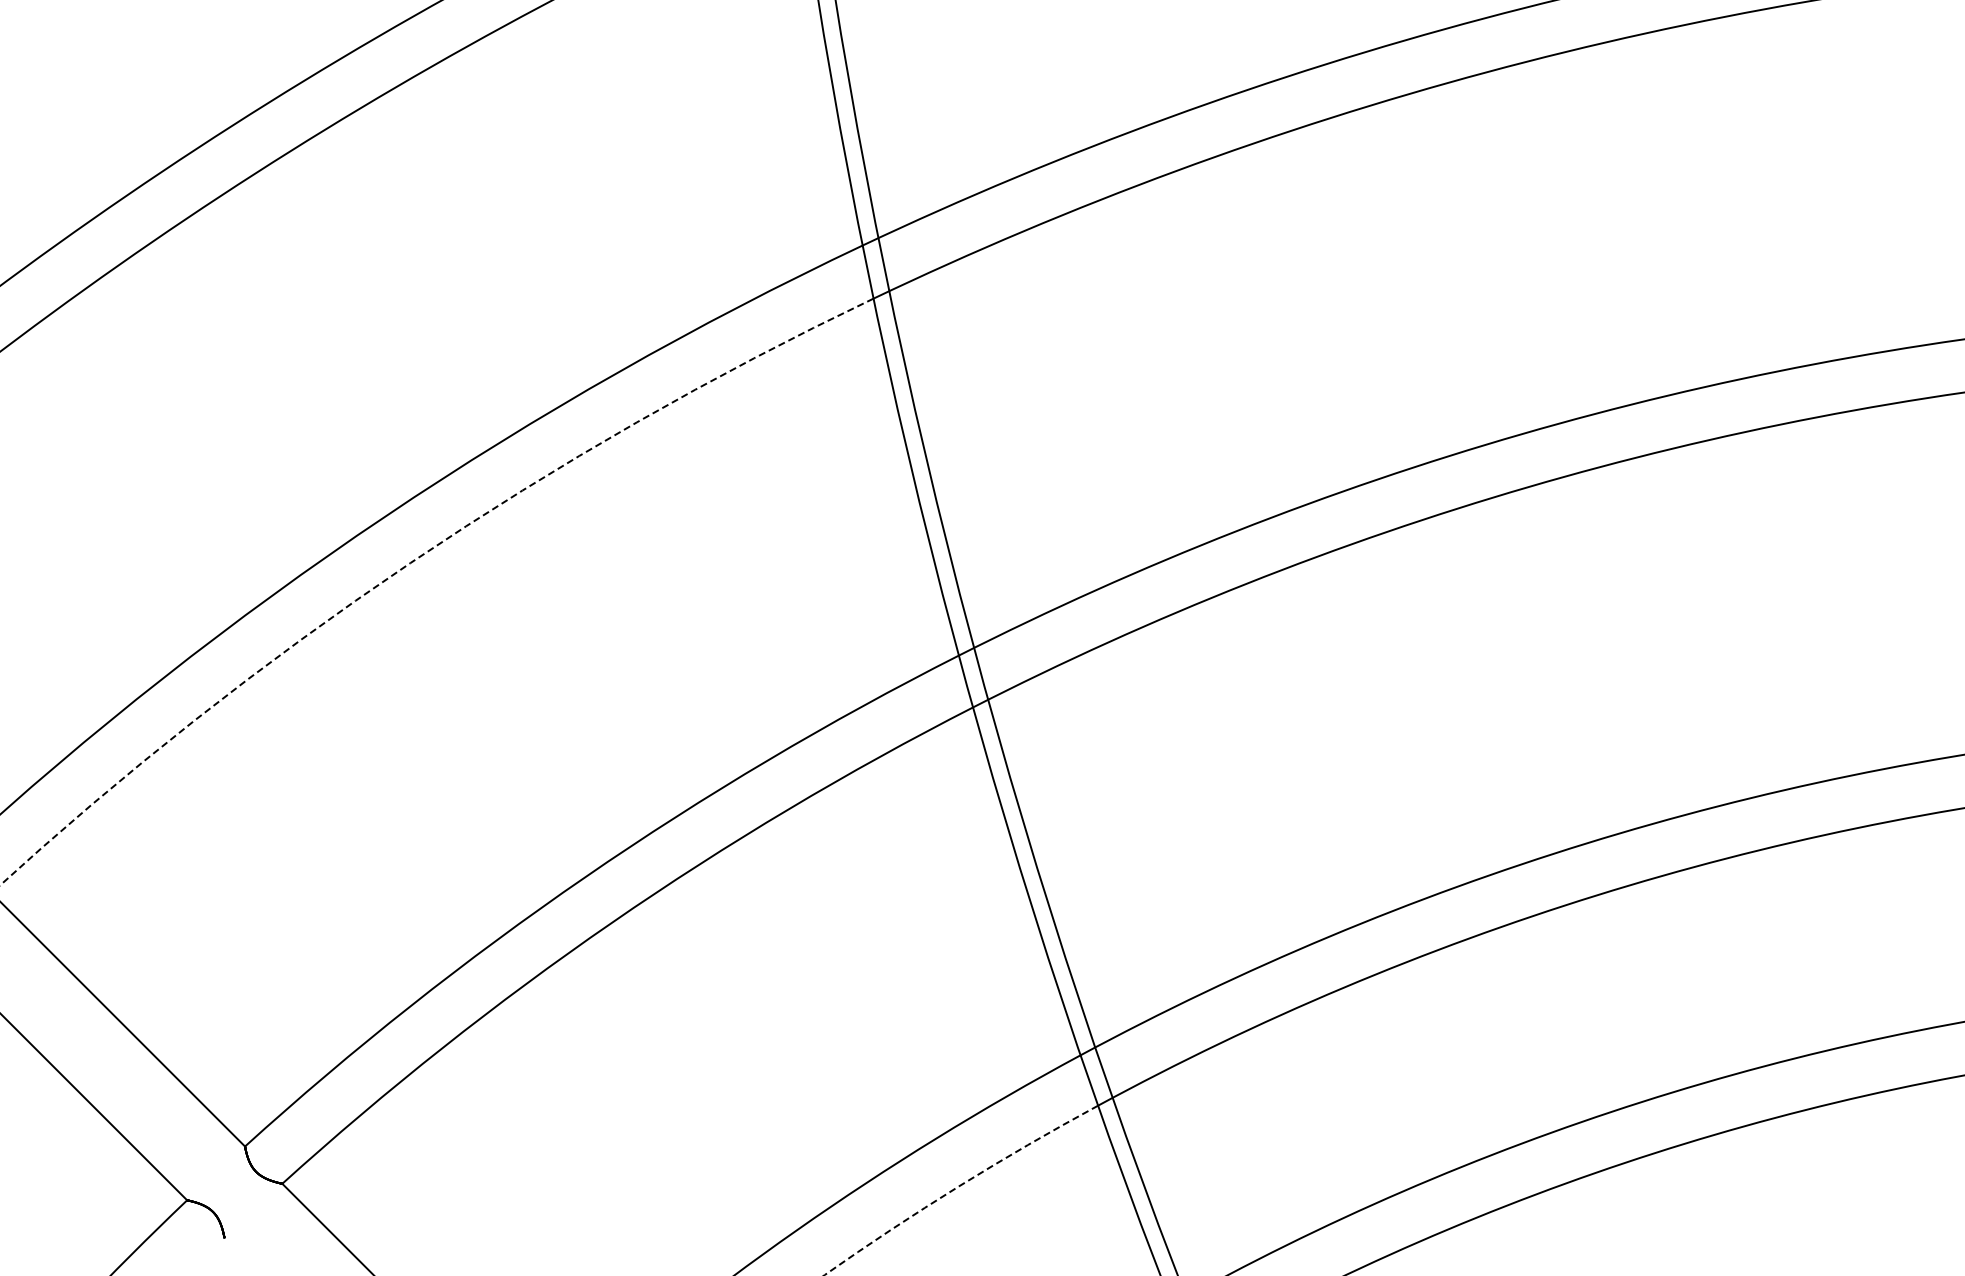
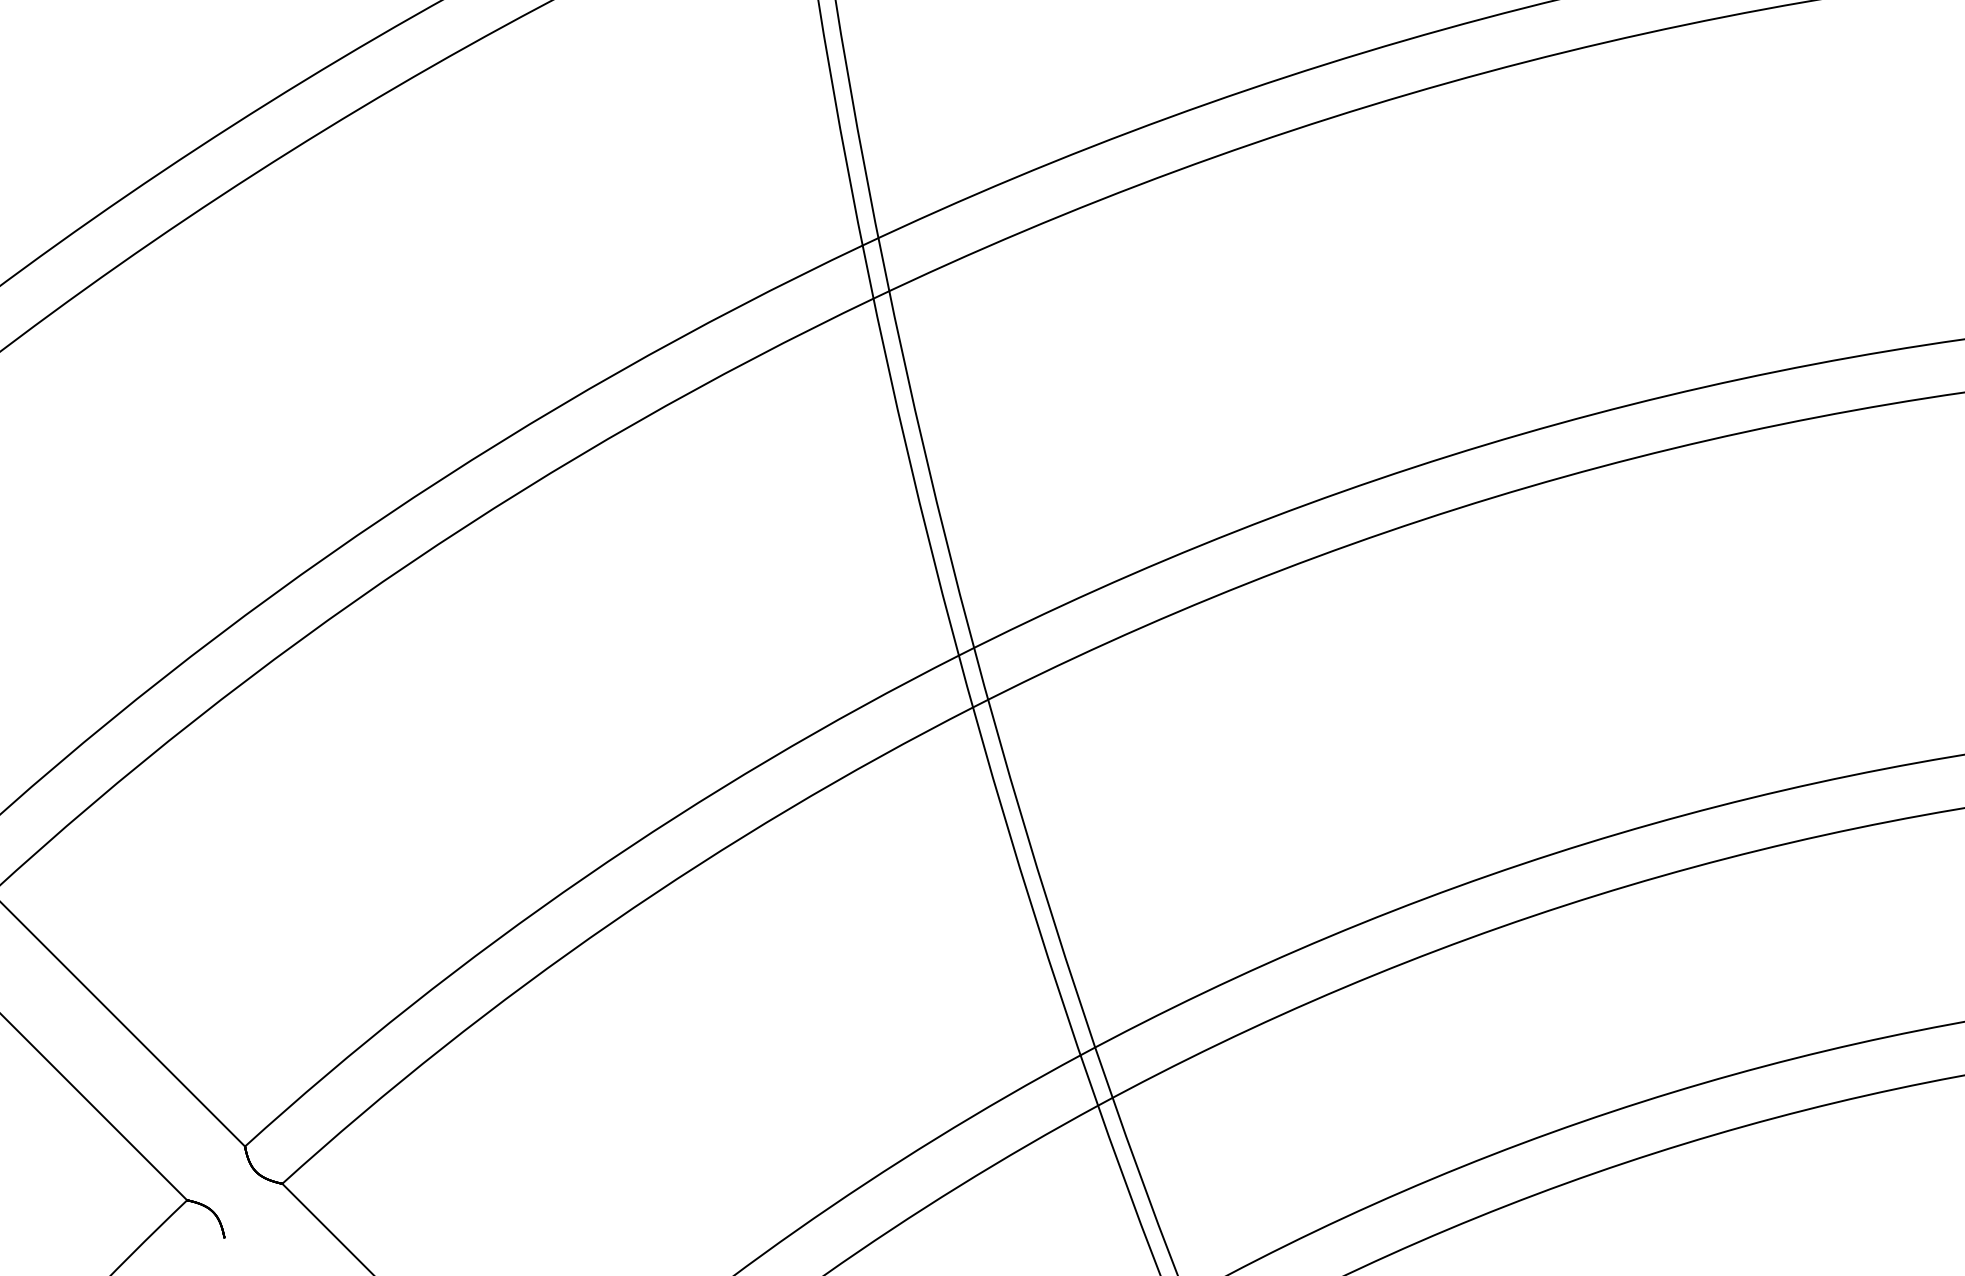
arc at (414, 560): dashed -> solid
arc at (958, 1186): dashed -> solid
